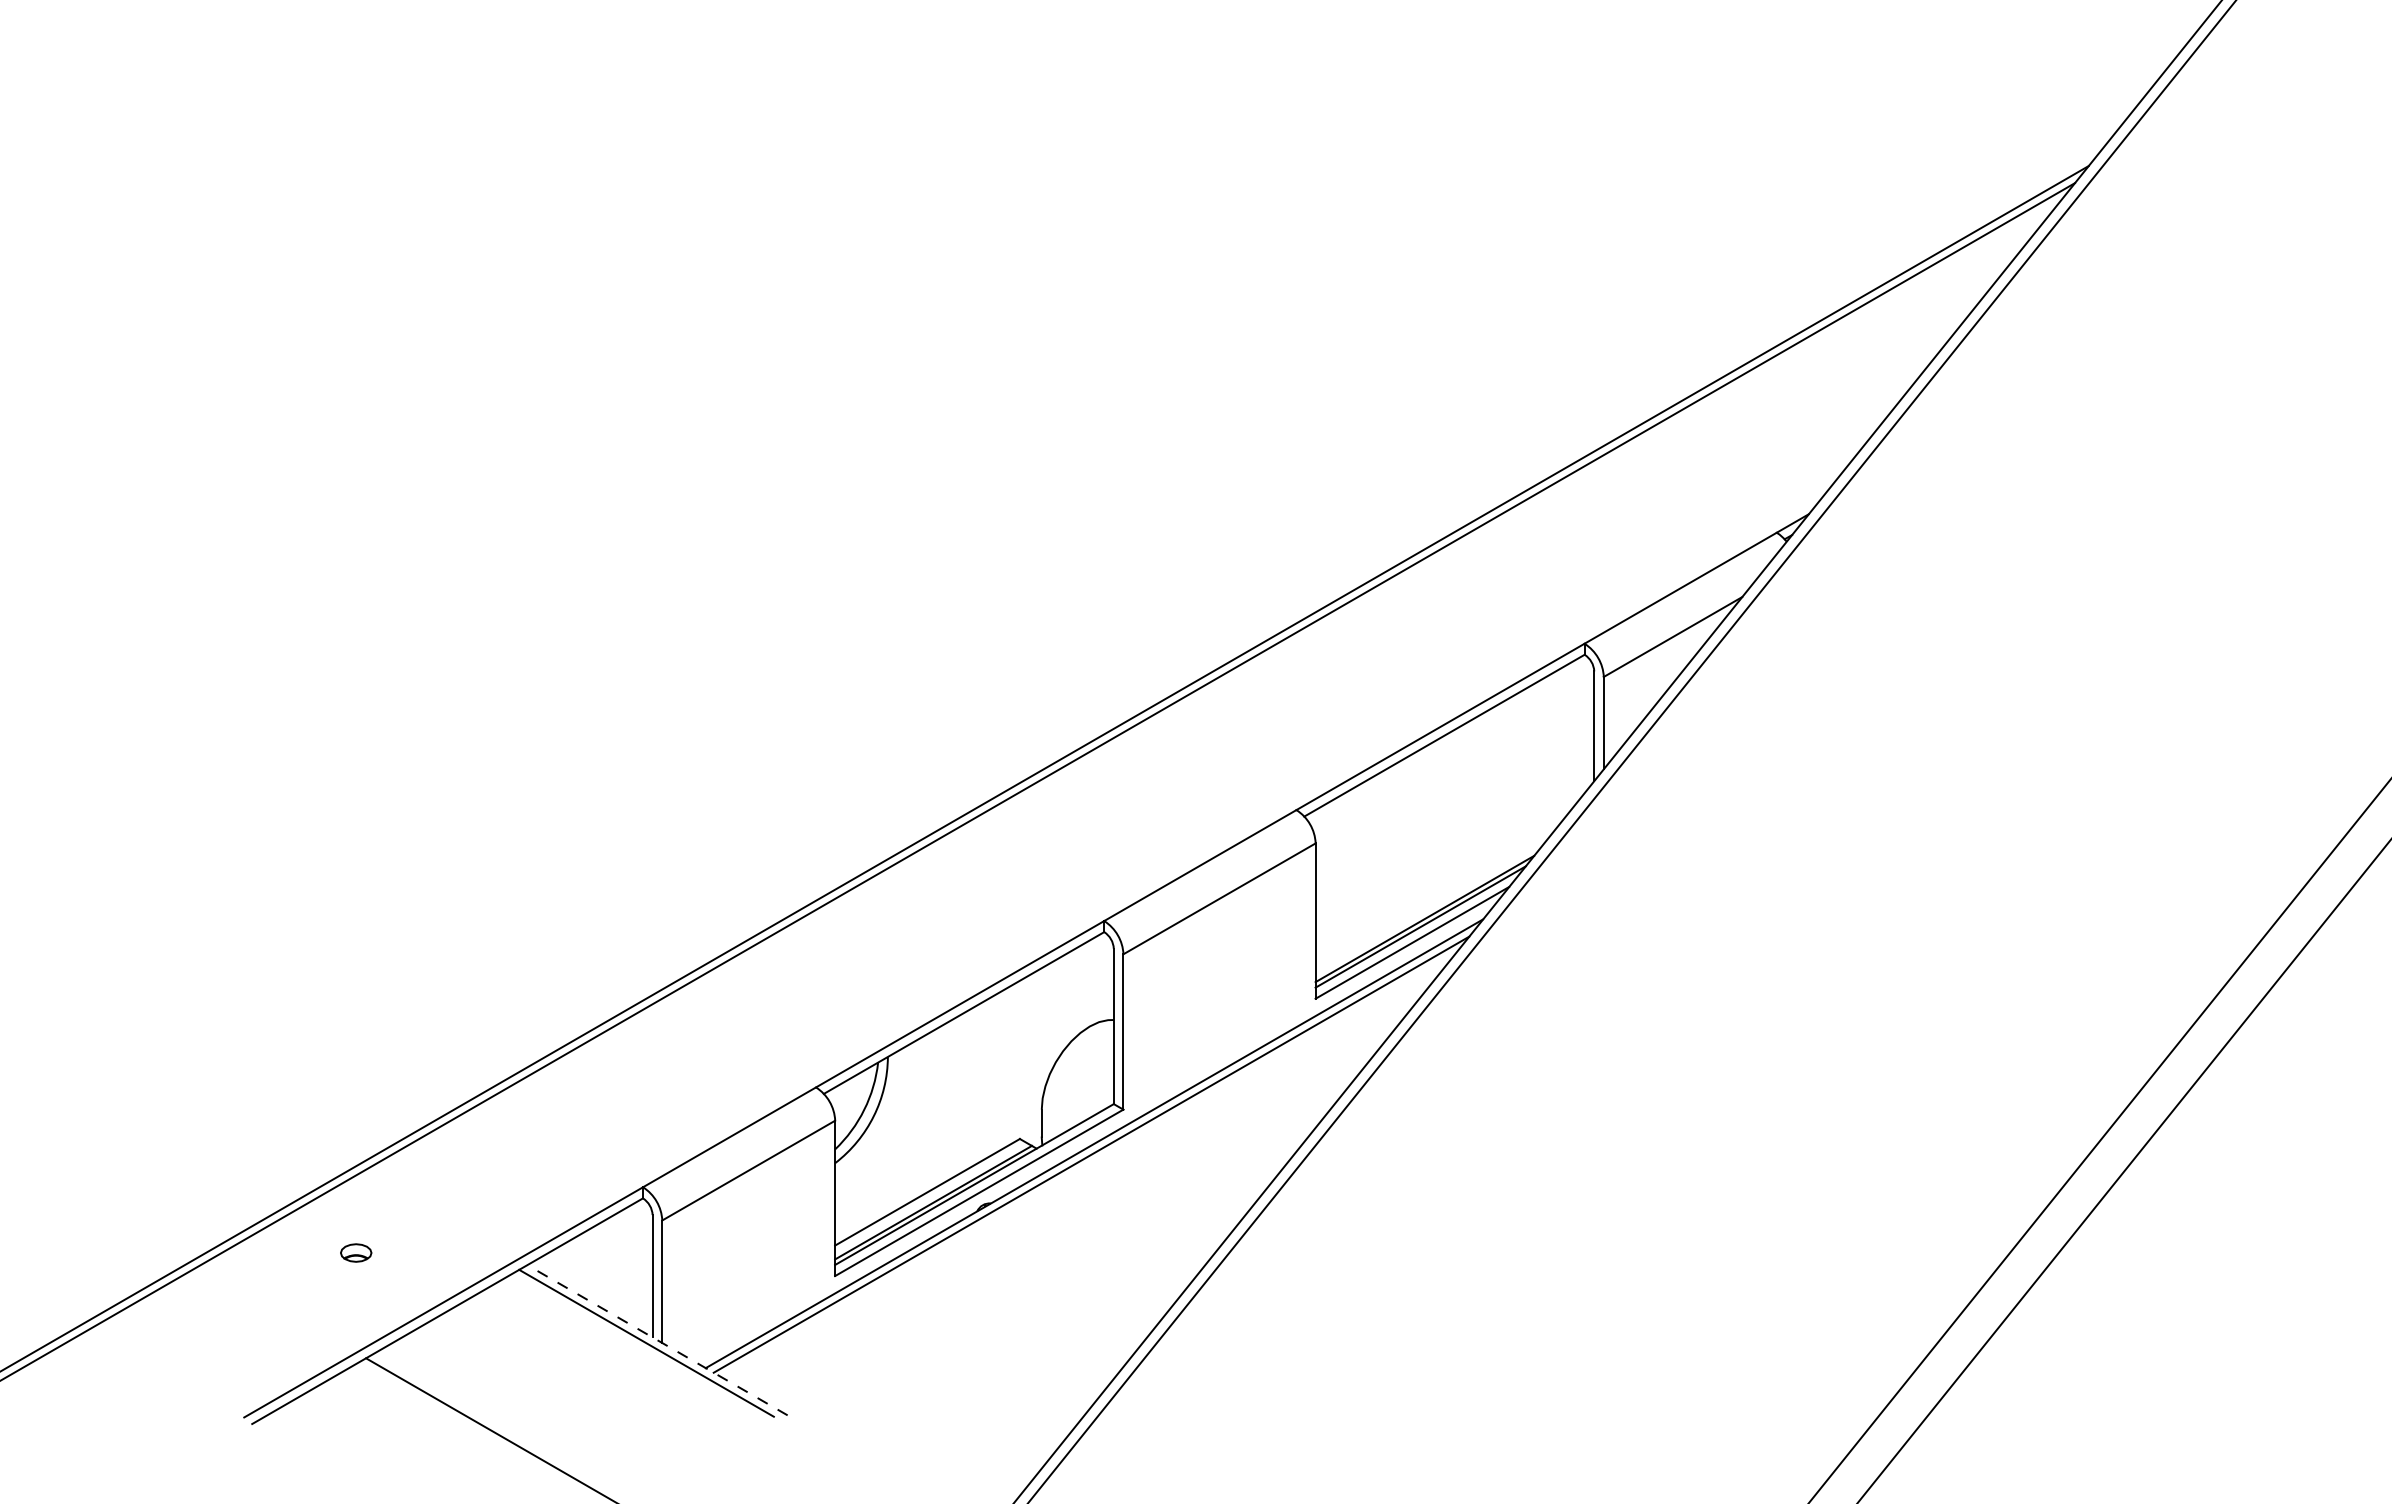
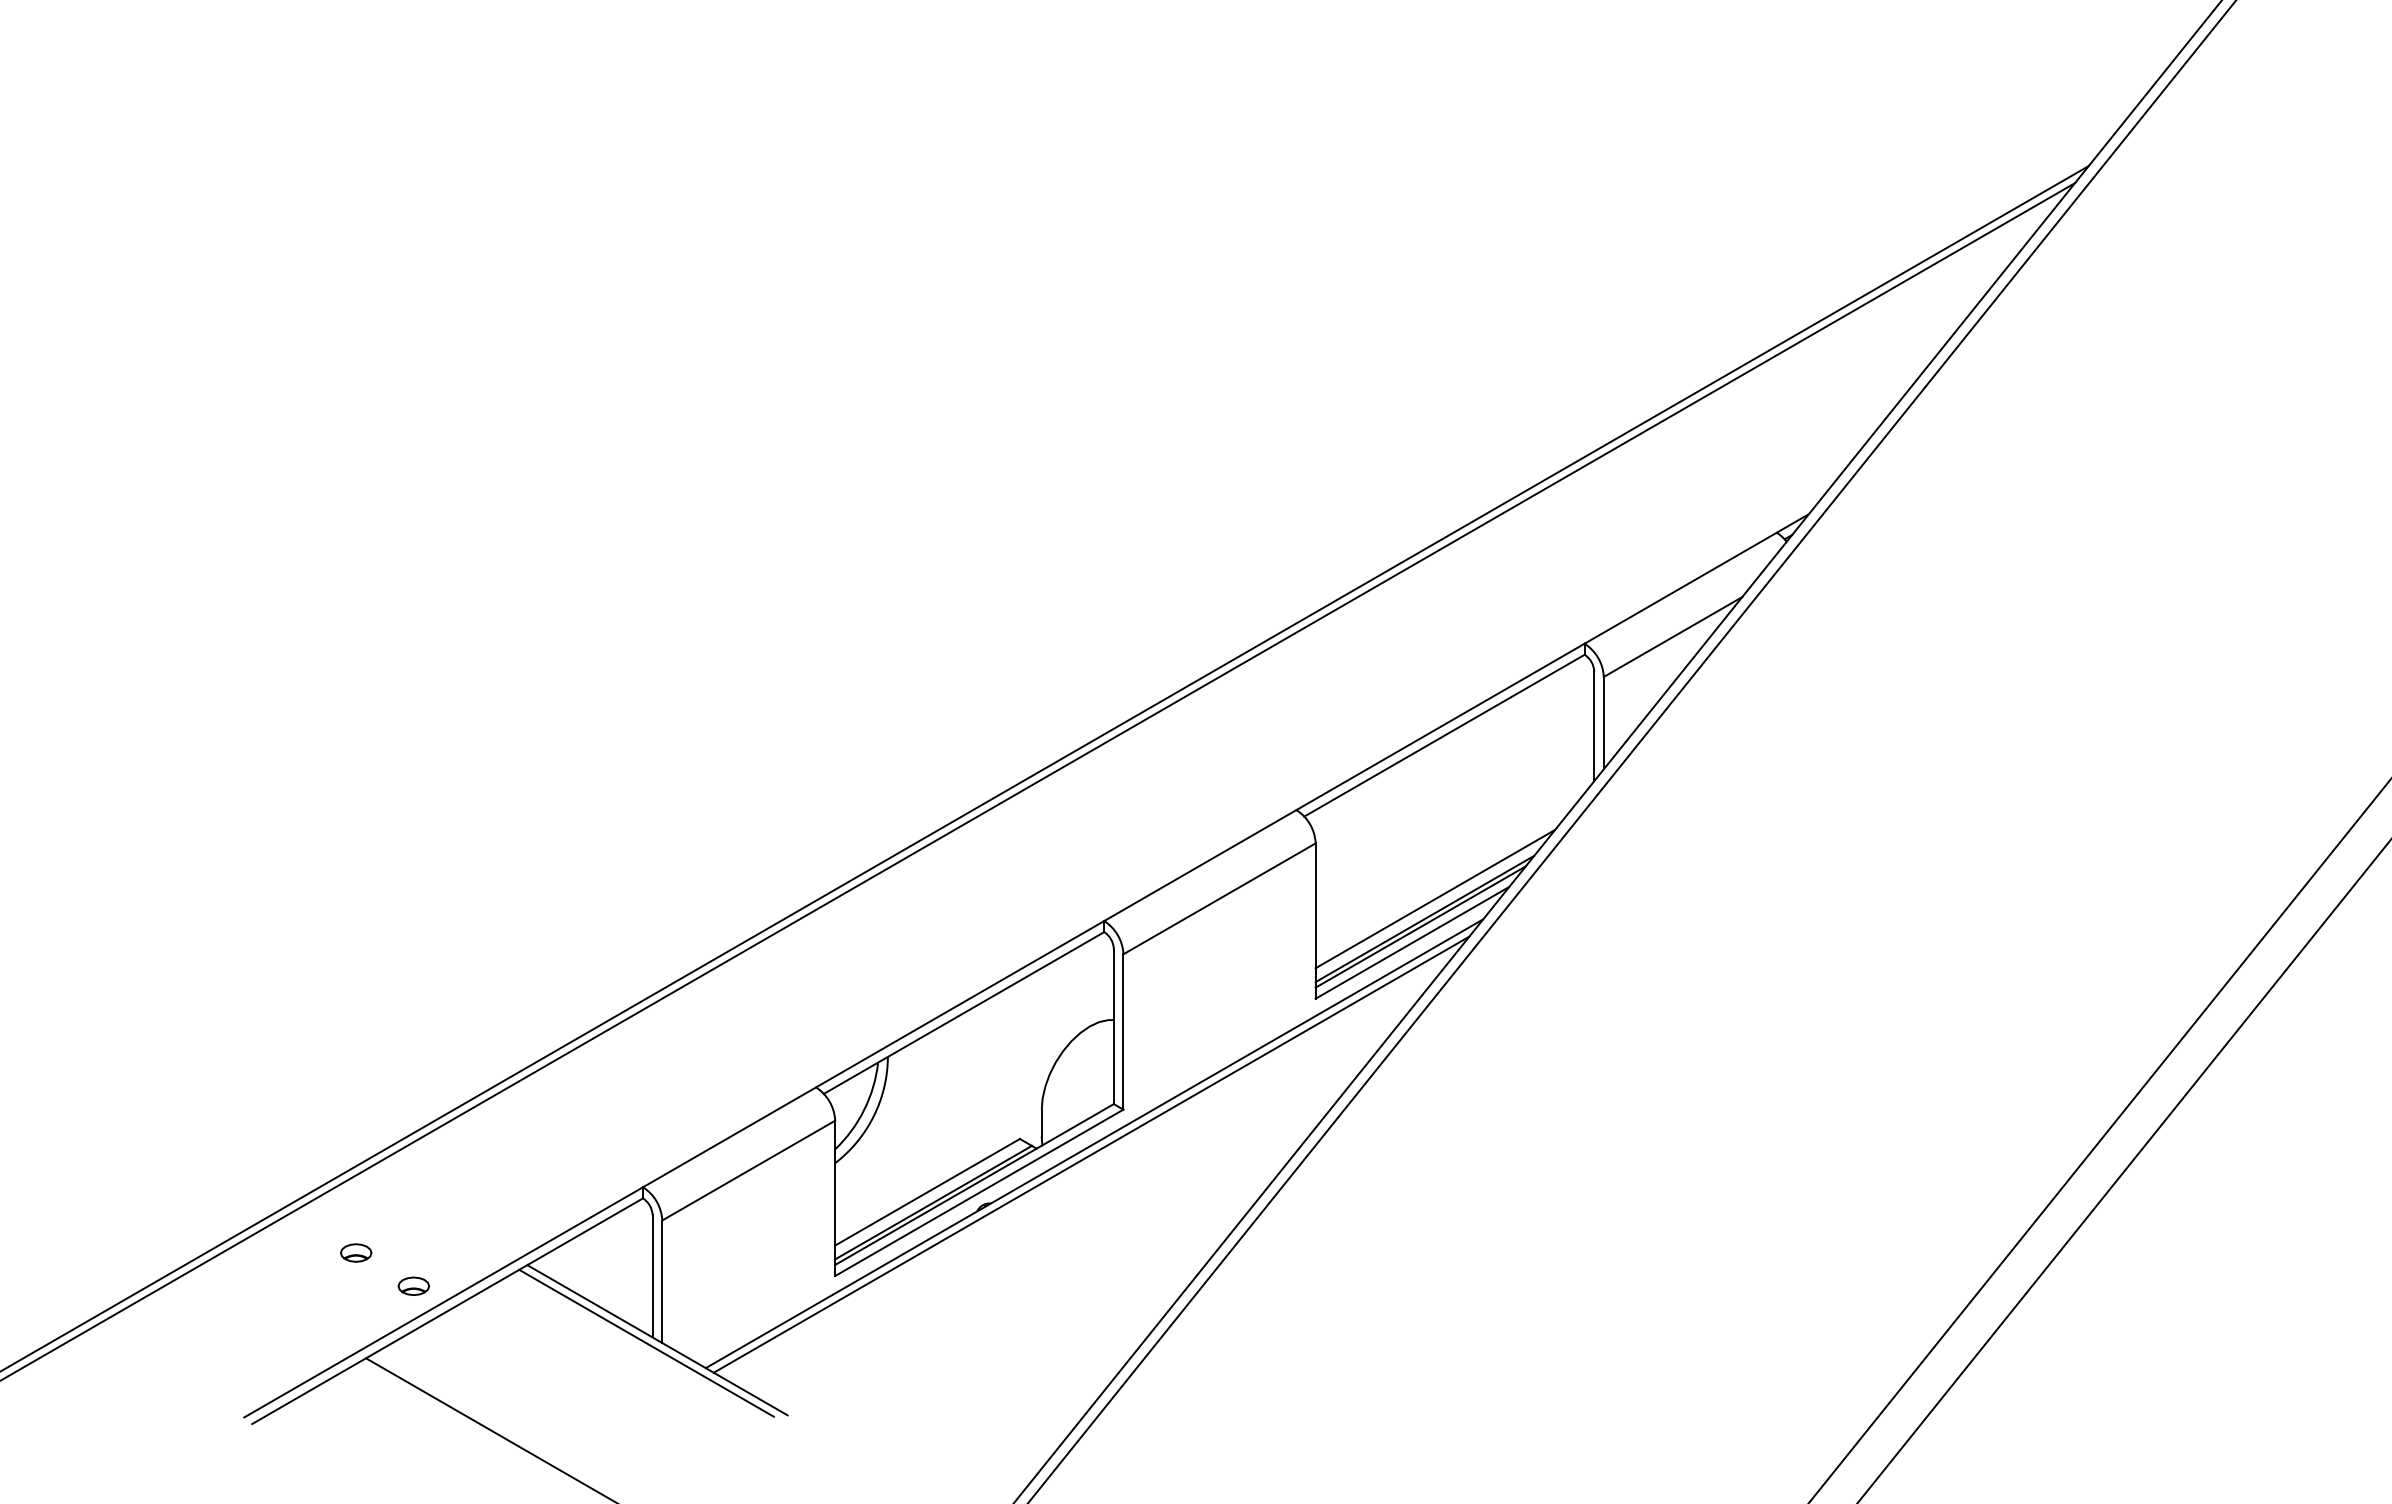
line at (1434, 899): none -> present
part at (413, 1285): none -> present
line at (657, 1339): dashed -> solid
